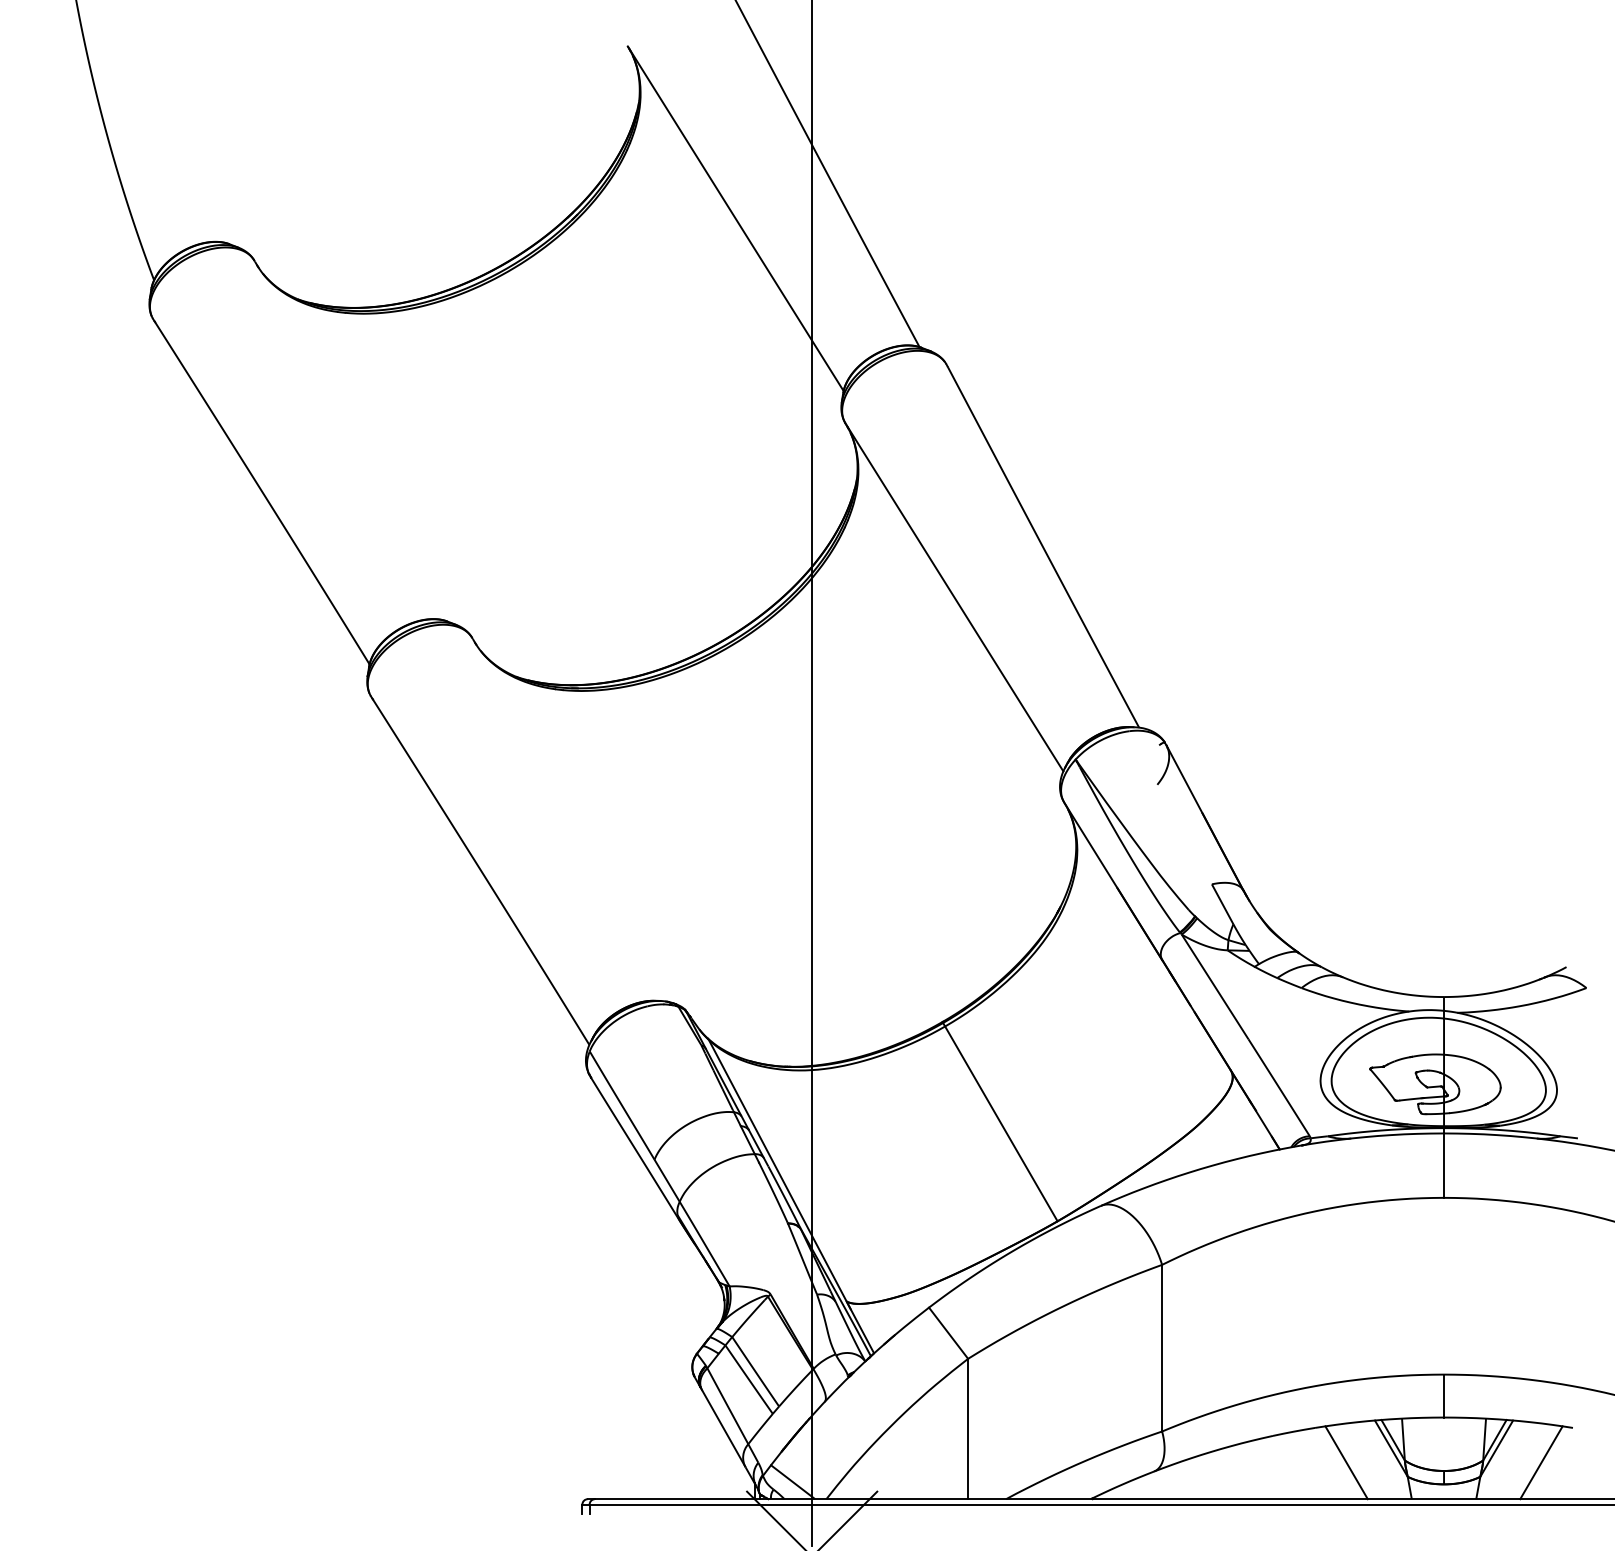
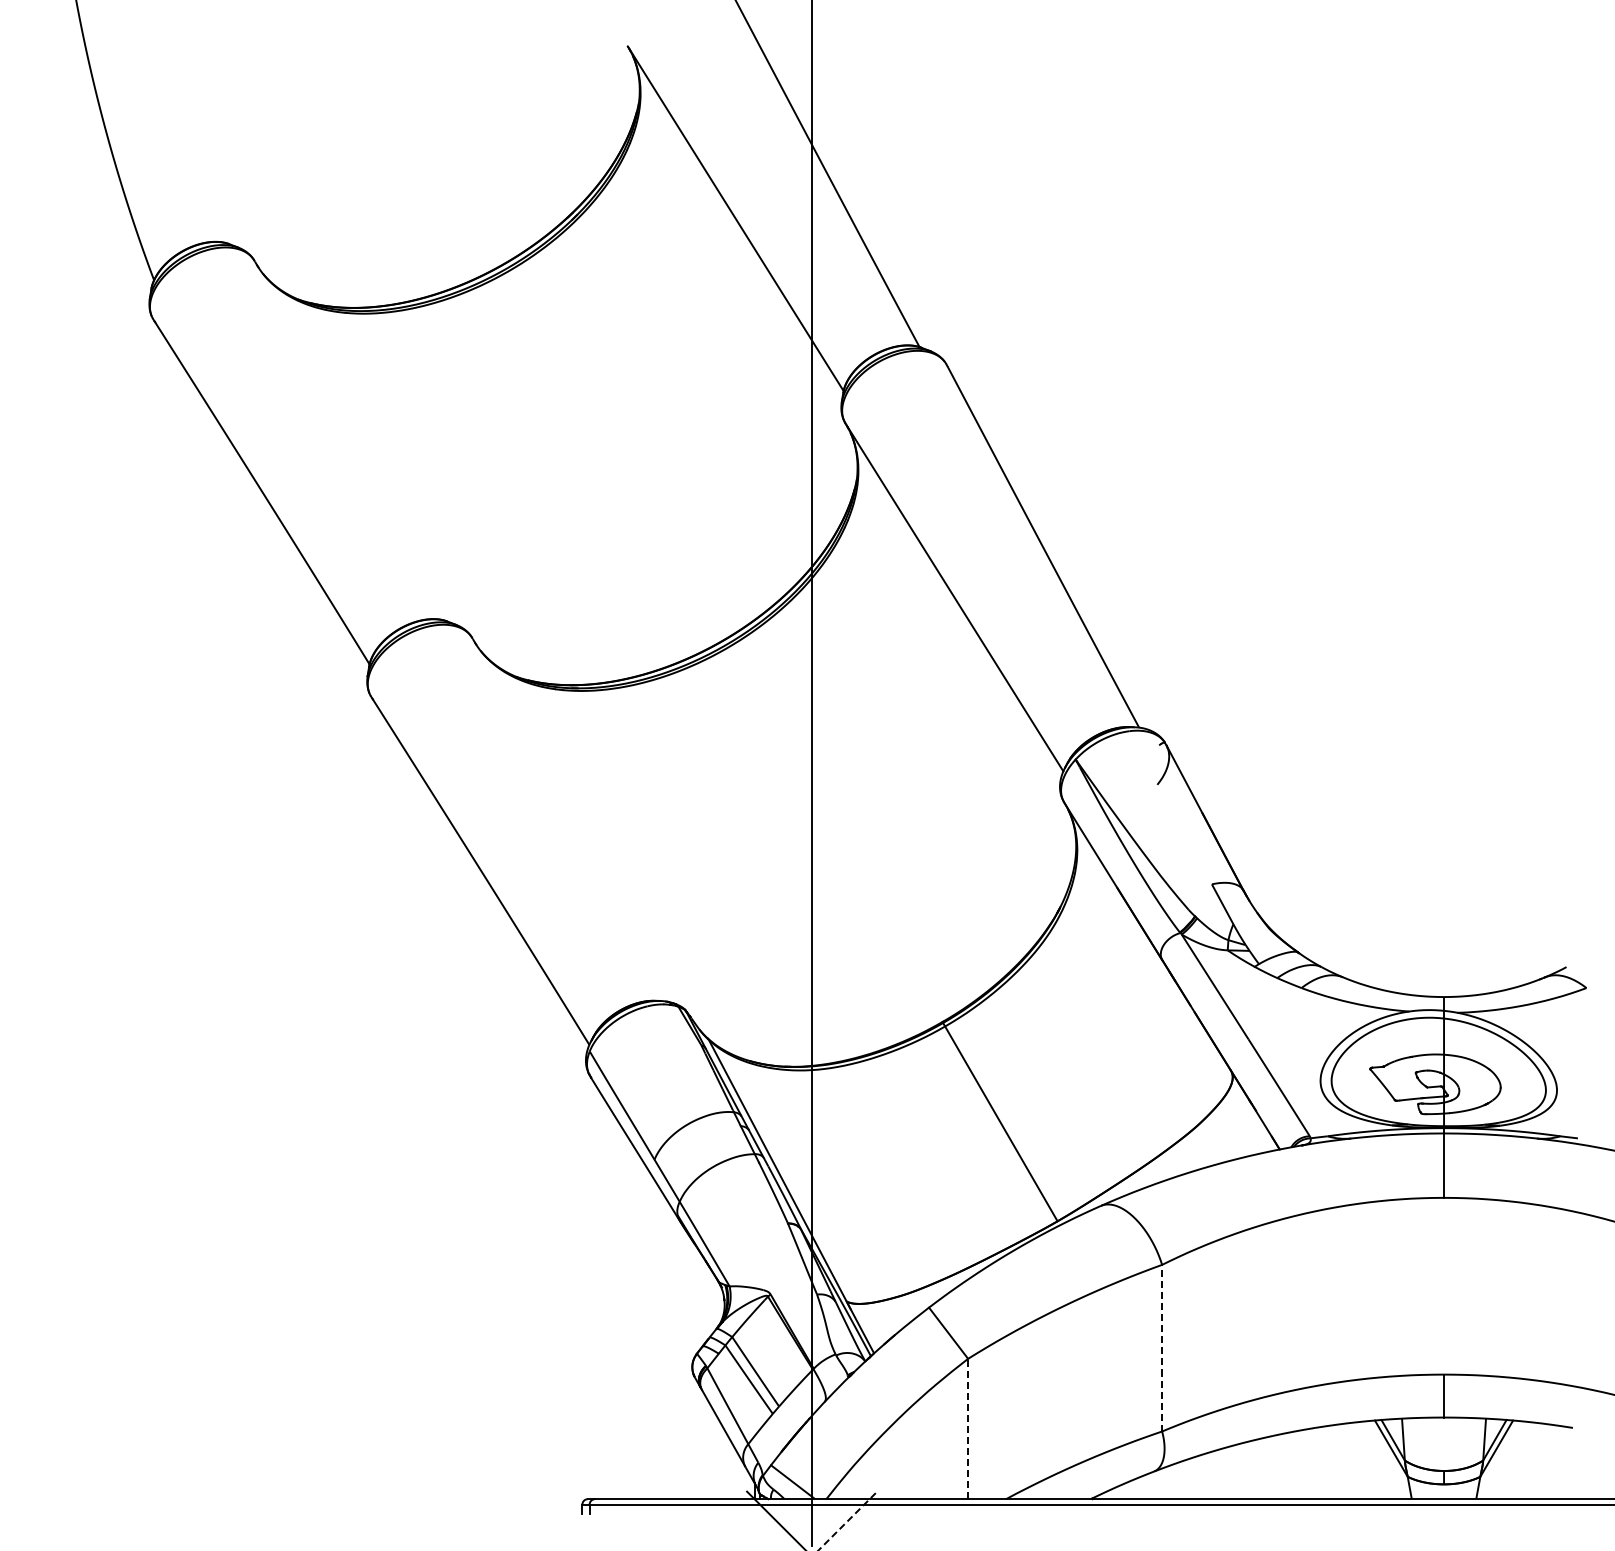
line at (1162, 1347): solid -> dashed
line at (968, 1428): solid -> dashed
line at (1346, 1462): present -> none
line at (1541, 1462): present -> none
line at (848, 1520): solid -> dashed
